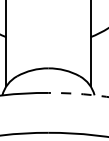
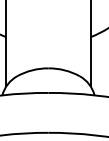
arc at (78, 93): dashed -> solid
